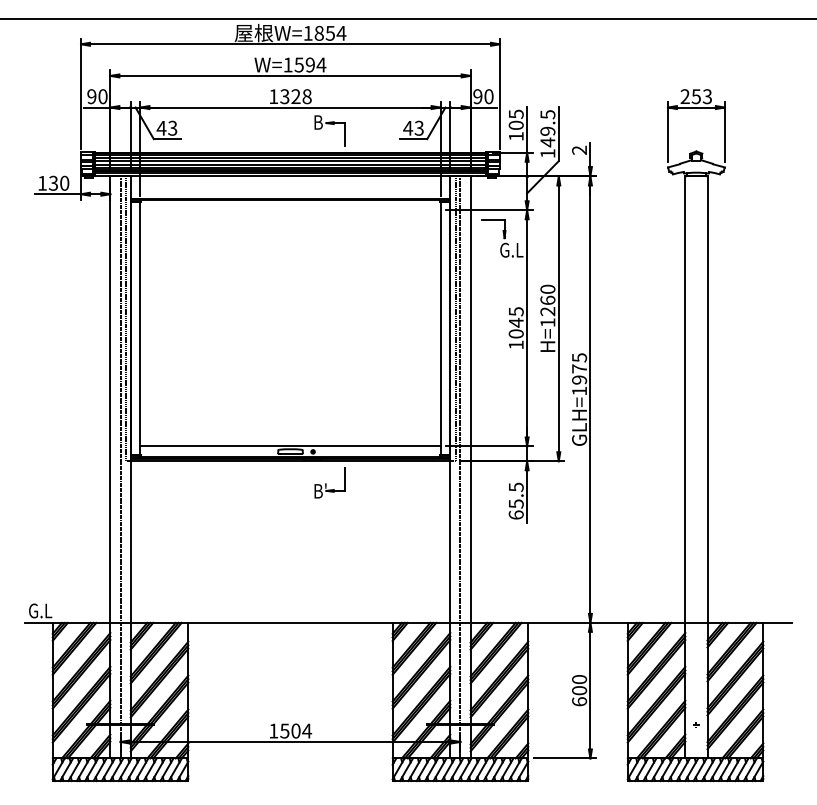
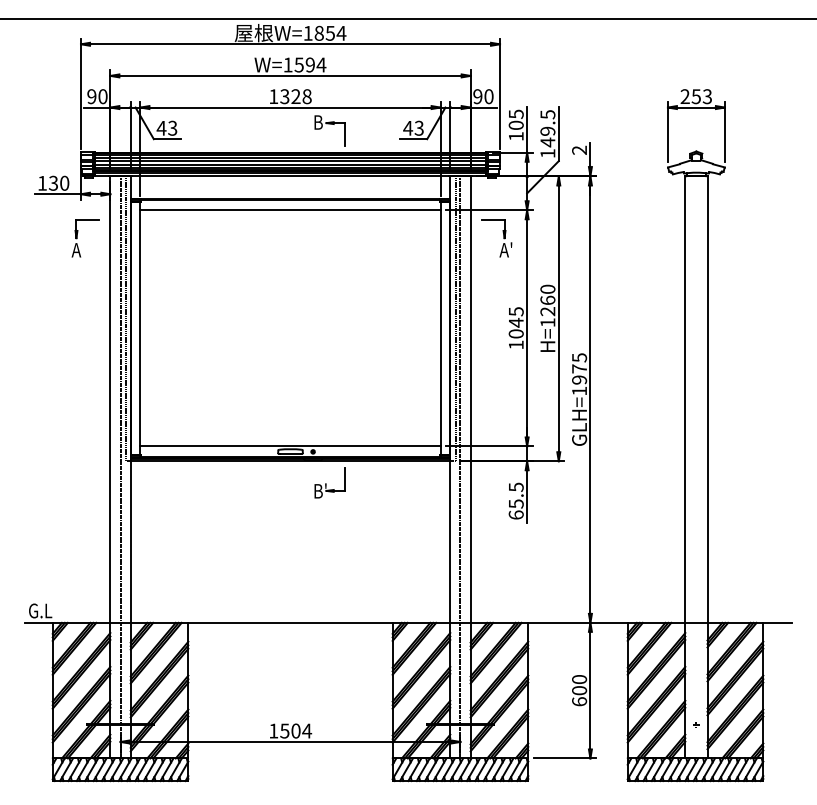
line at (290, 210): none -> present
part at (77, 238): none -> present
text at (511, 249): G.L -> A'
